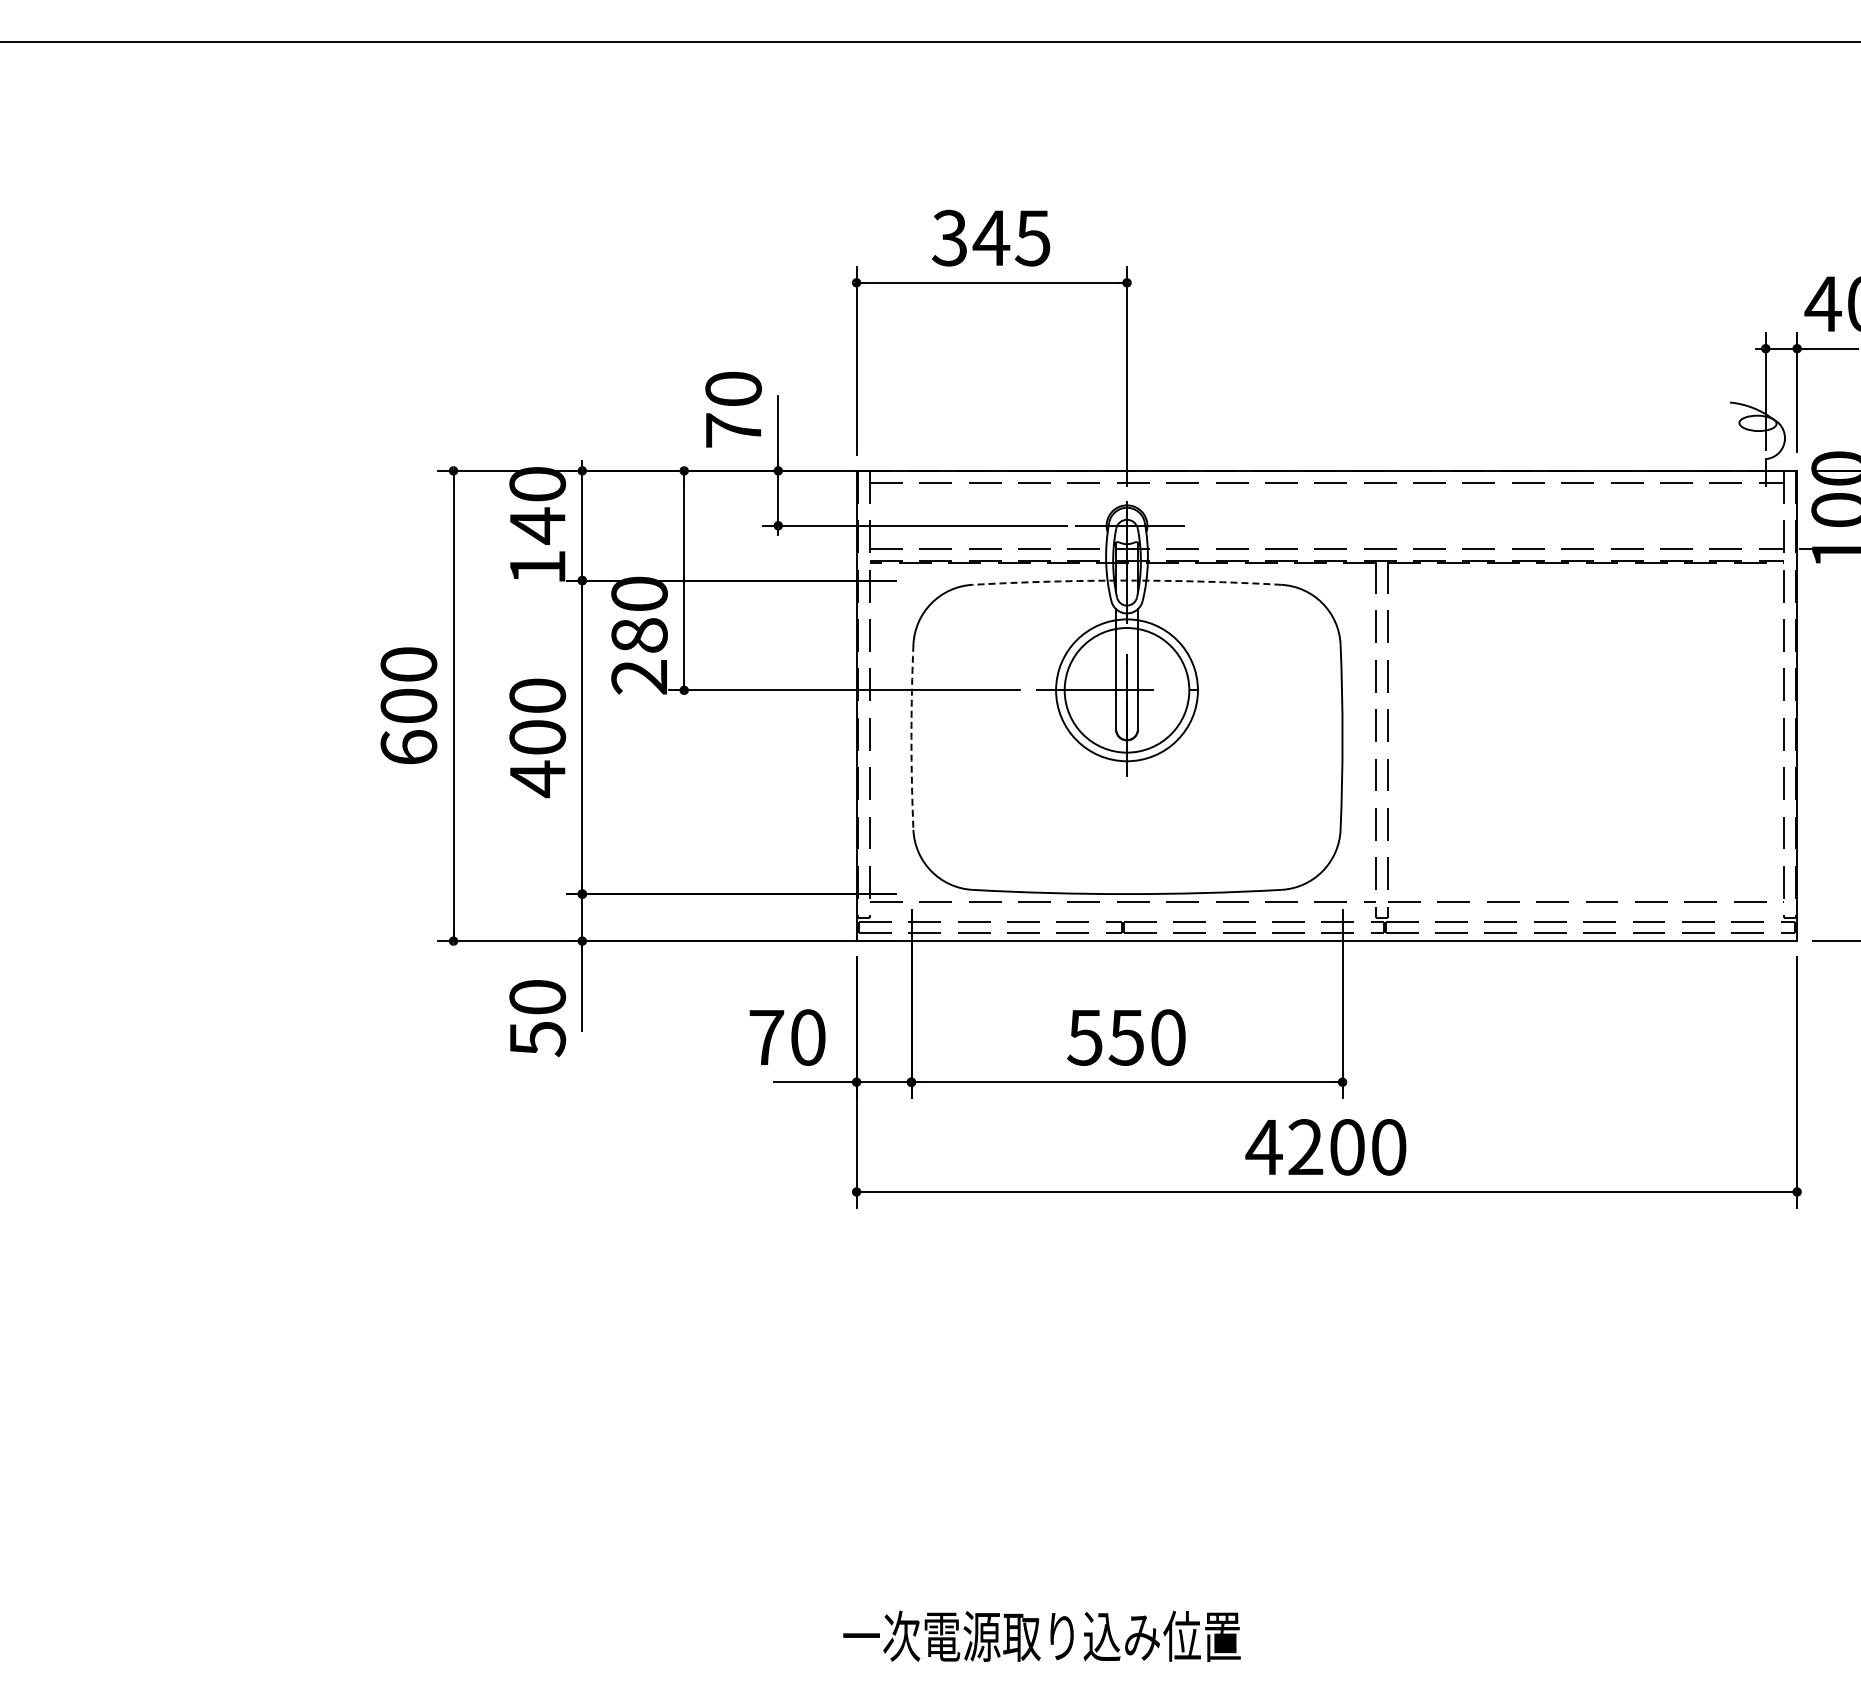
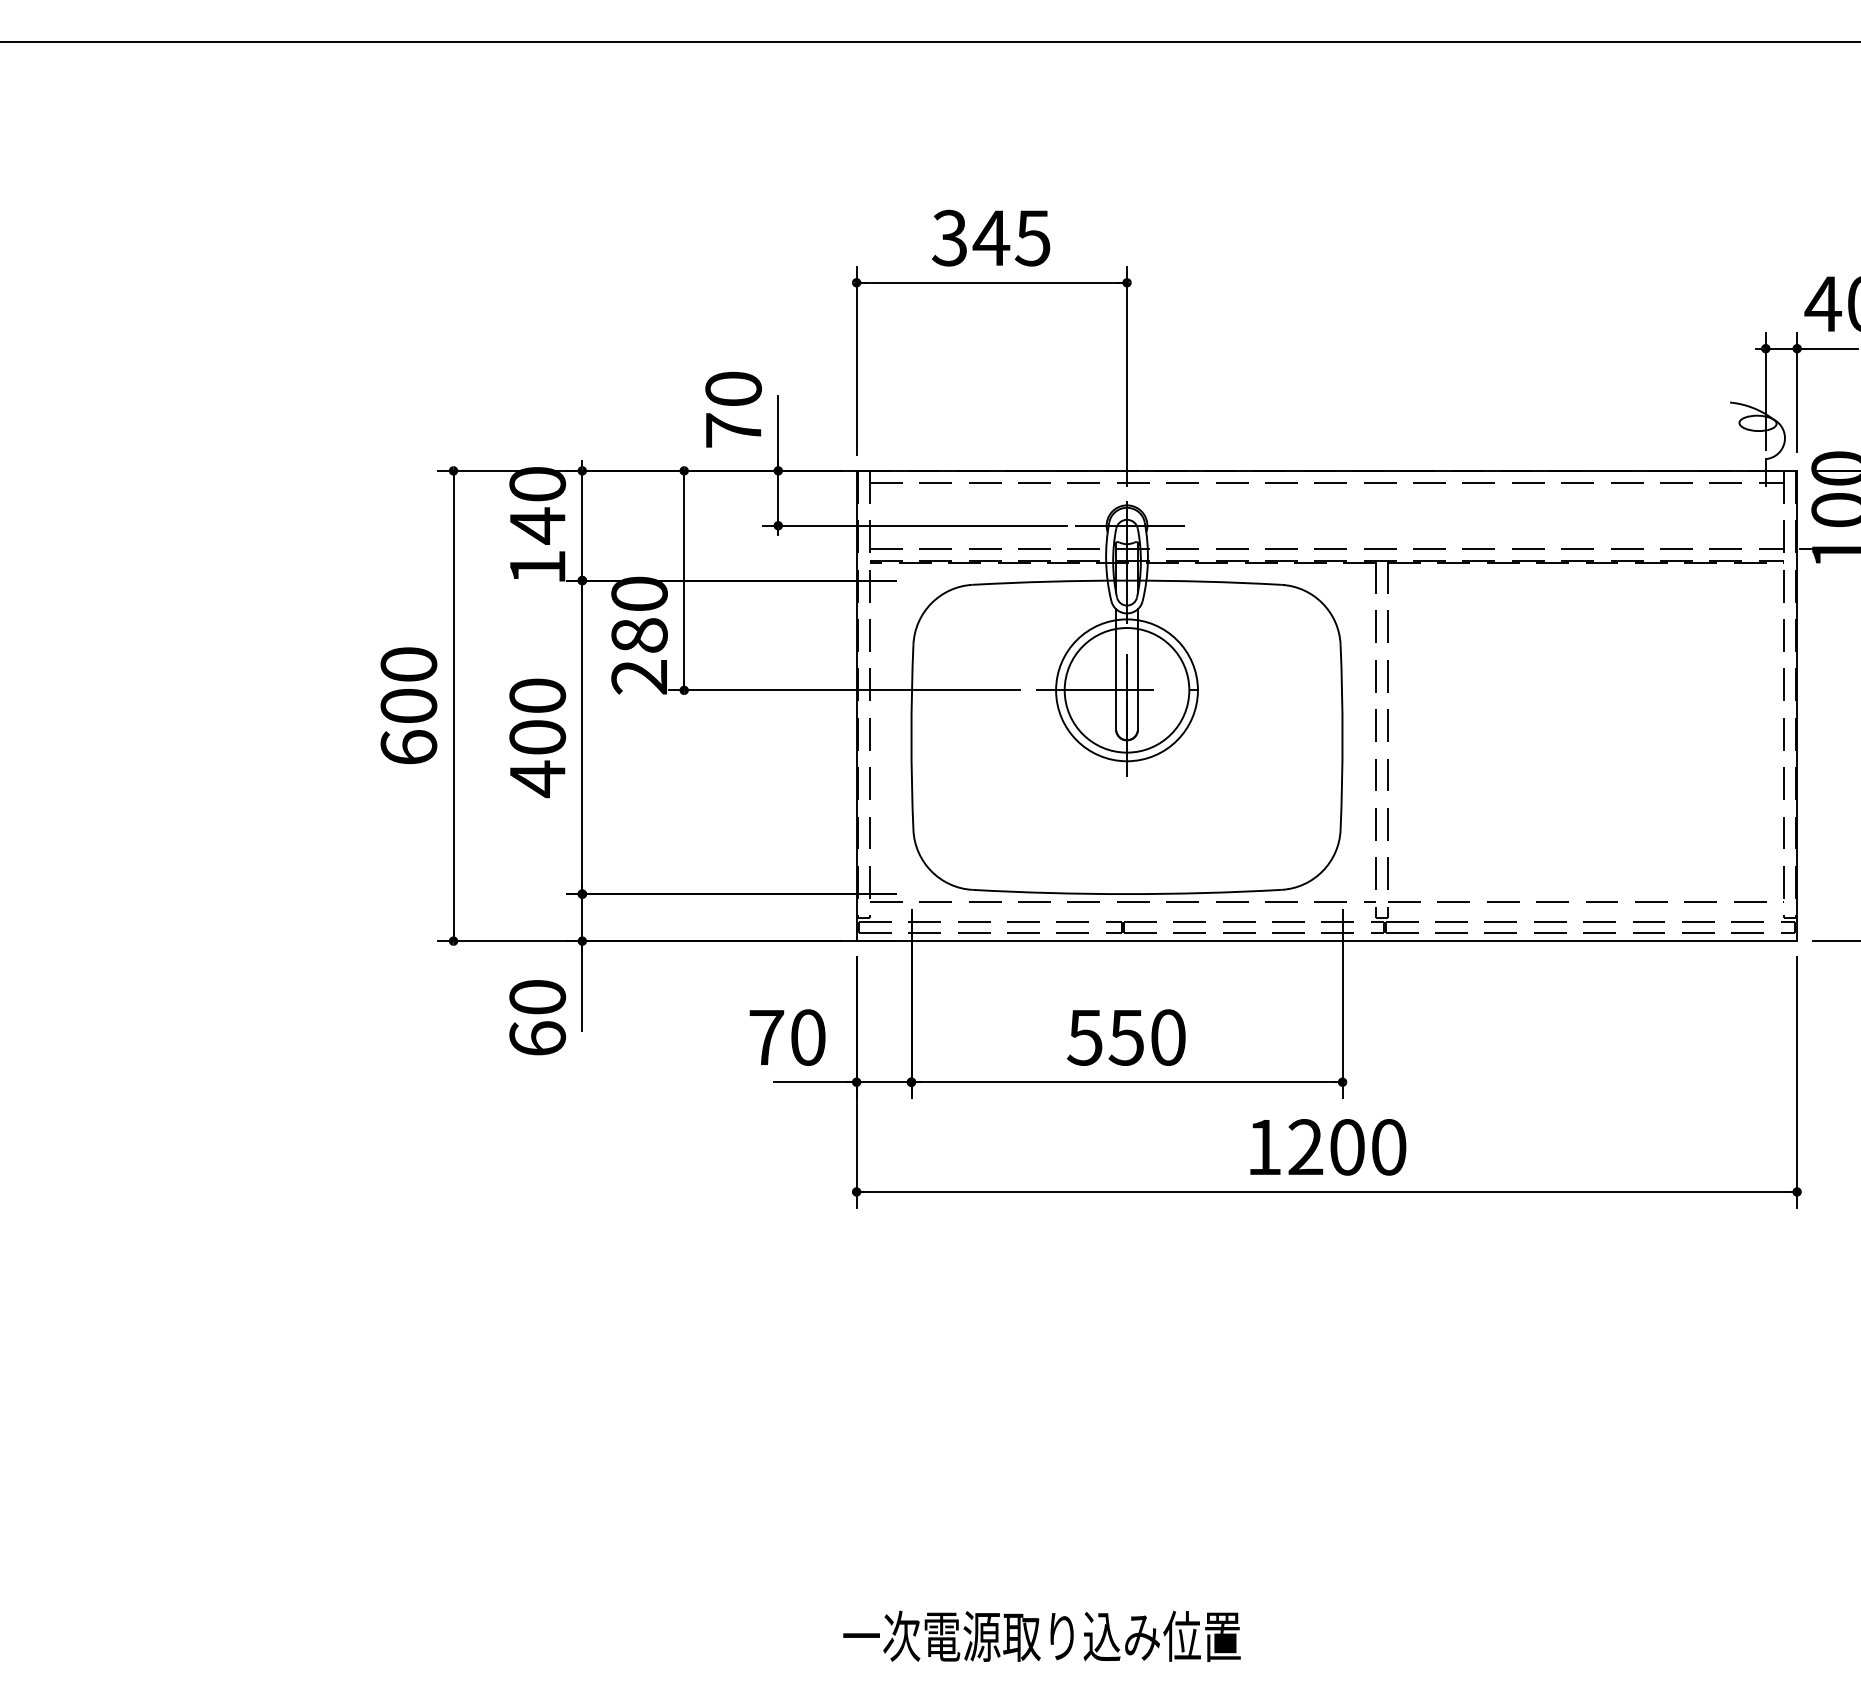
arc at (1127, 580): dashed -> solid
arc at (911, 737): dashed -> solid
text at (537, 1039): 50 -> 60
text at (1263, 1147): 4200 -> 1200
